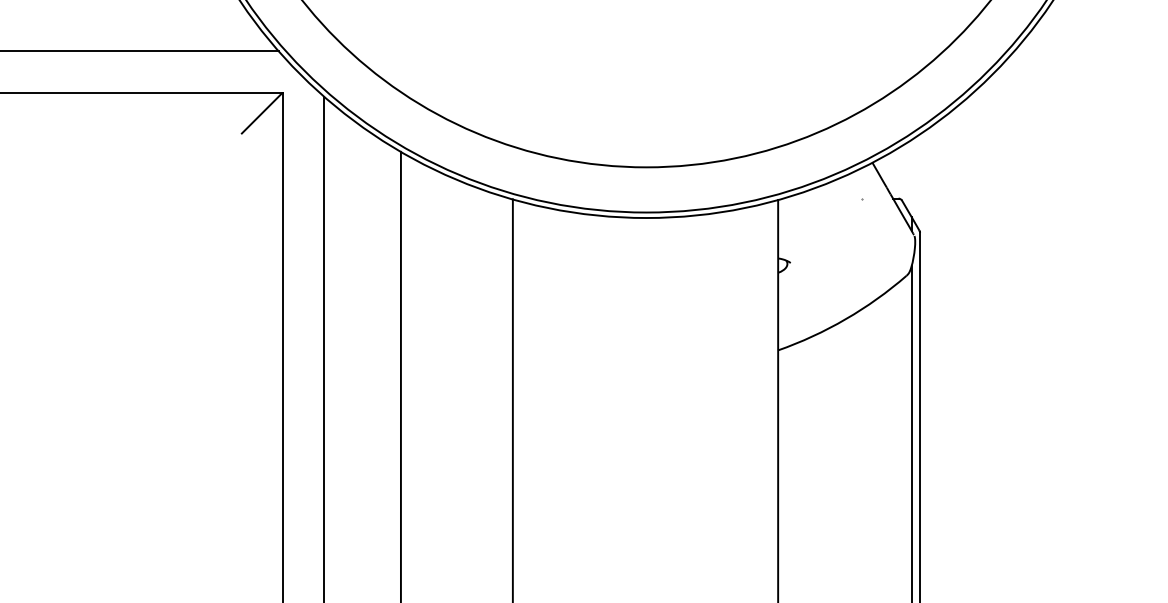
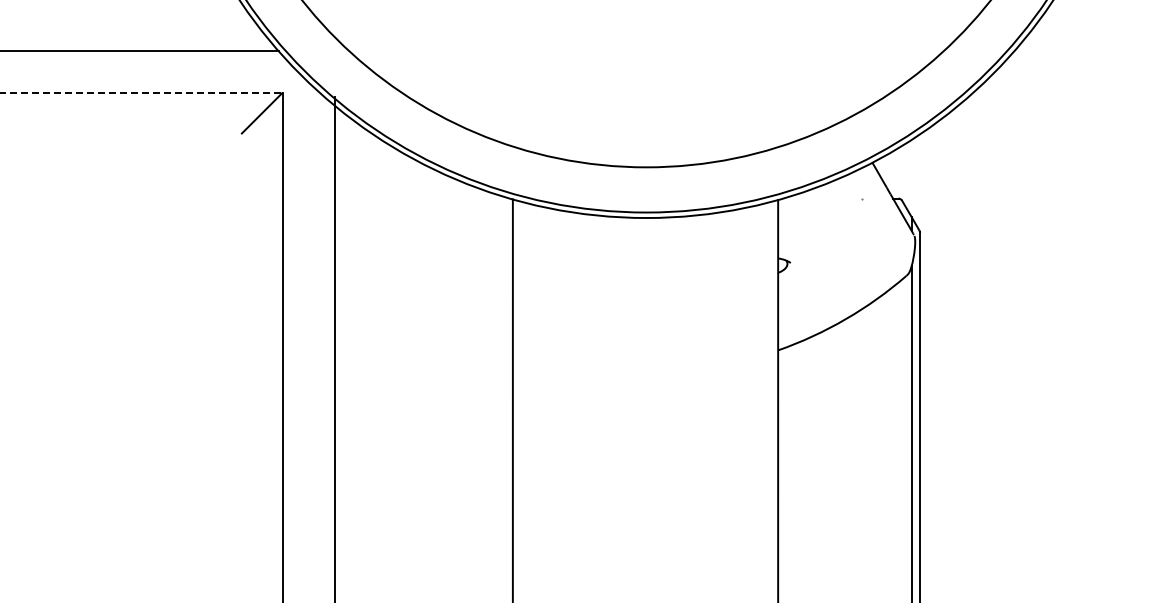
line at (141, 92): solid -> dashed
line at (324, 347) position: (324, 347) -> (335, 347)
line at (400, 375): present -> none
